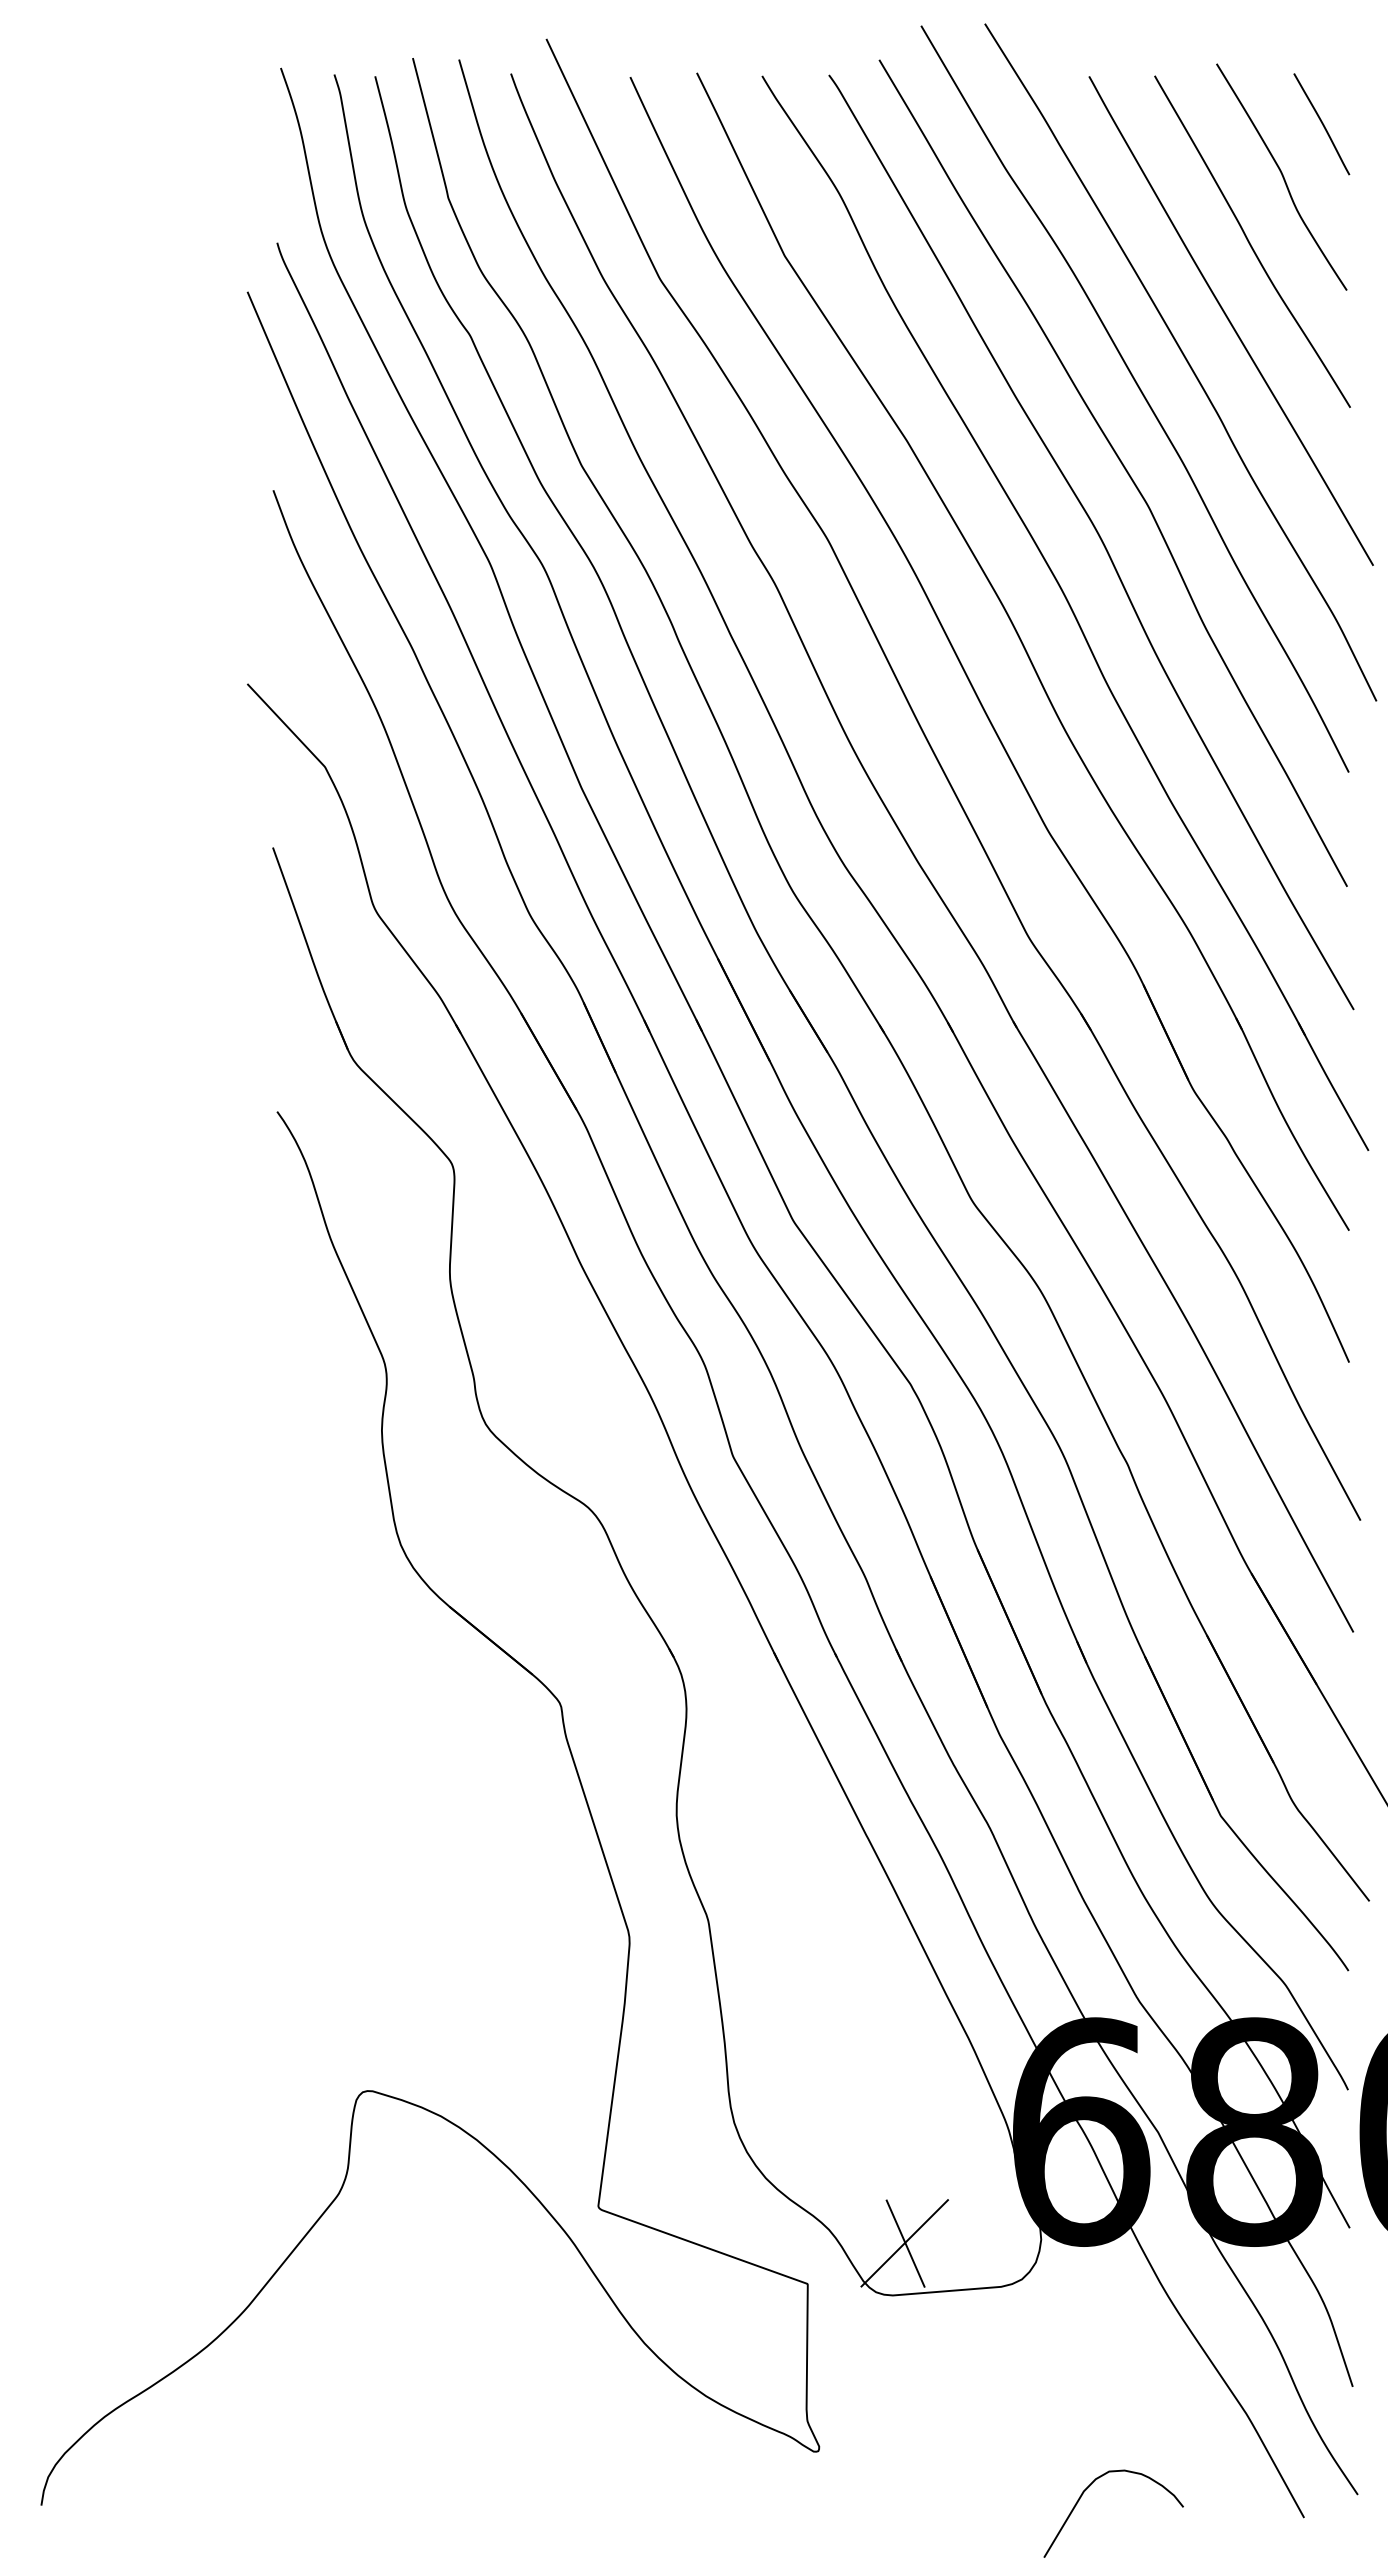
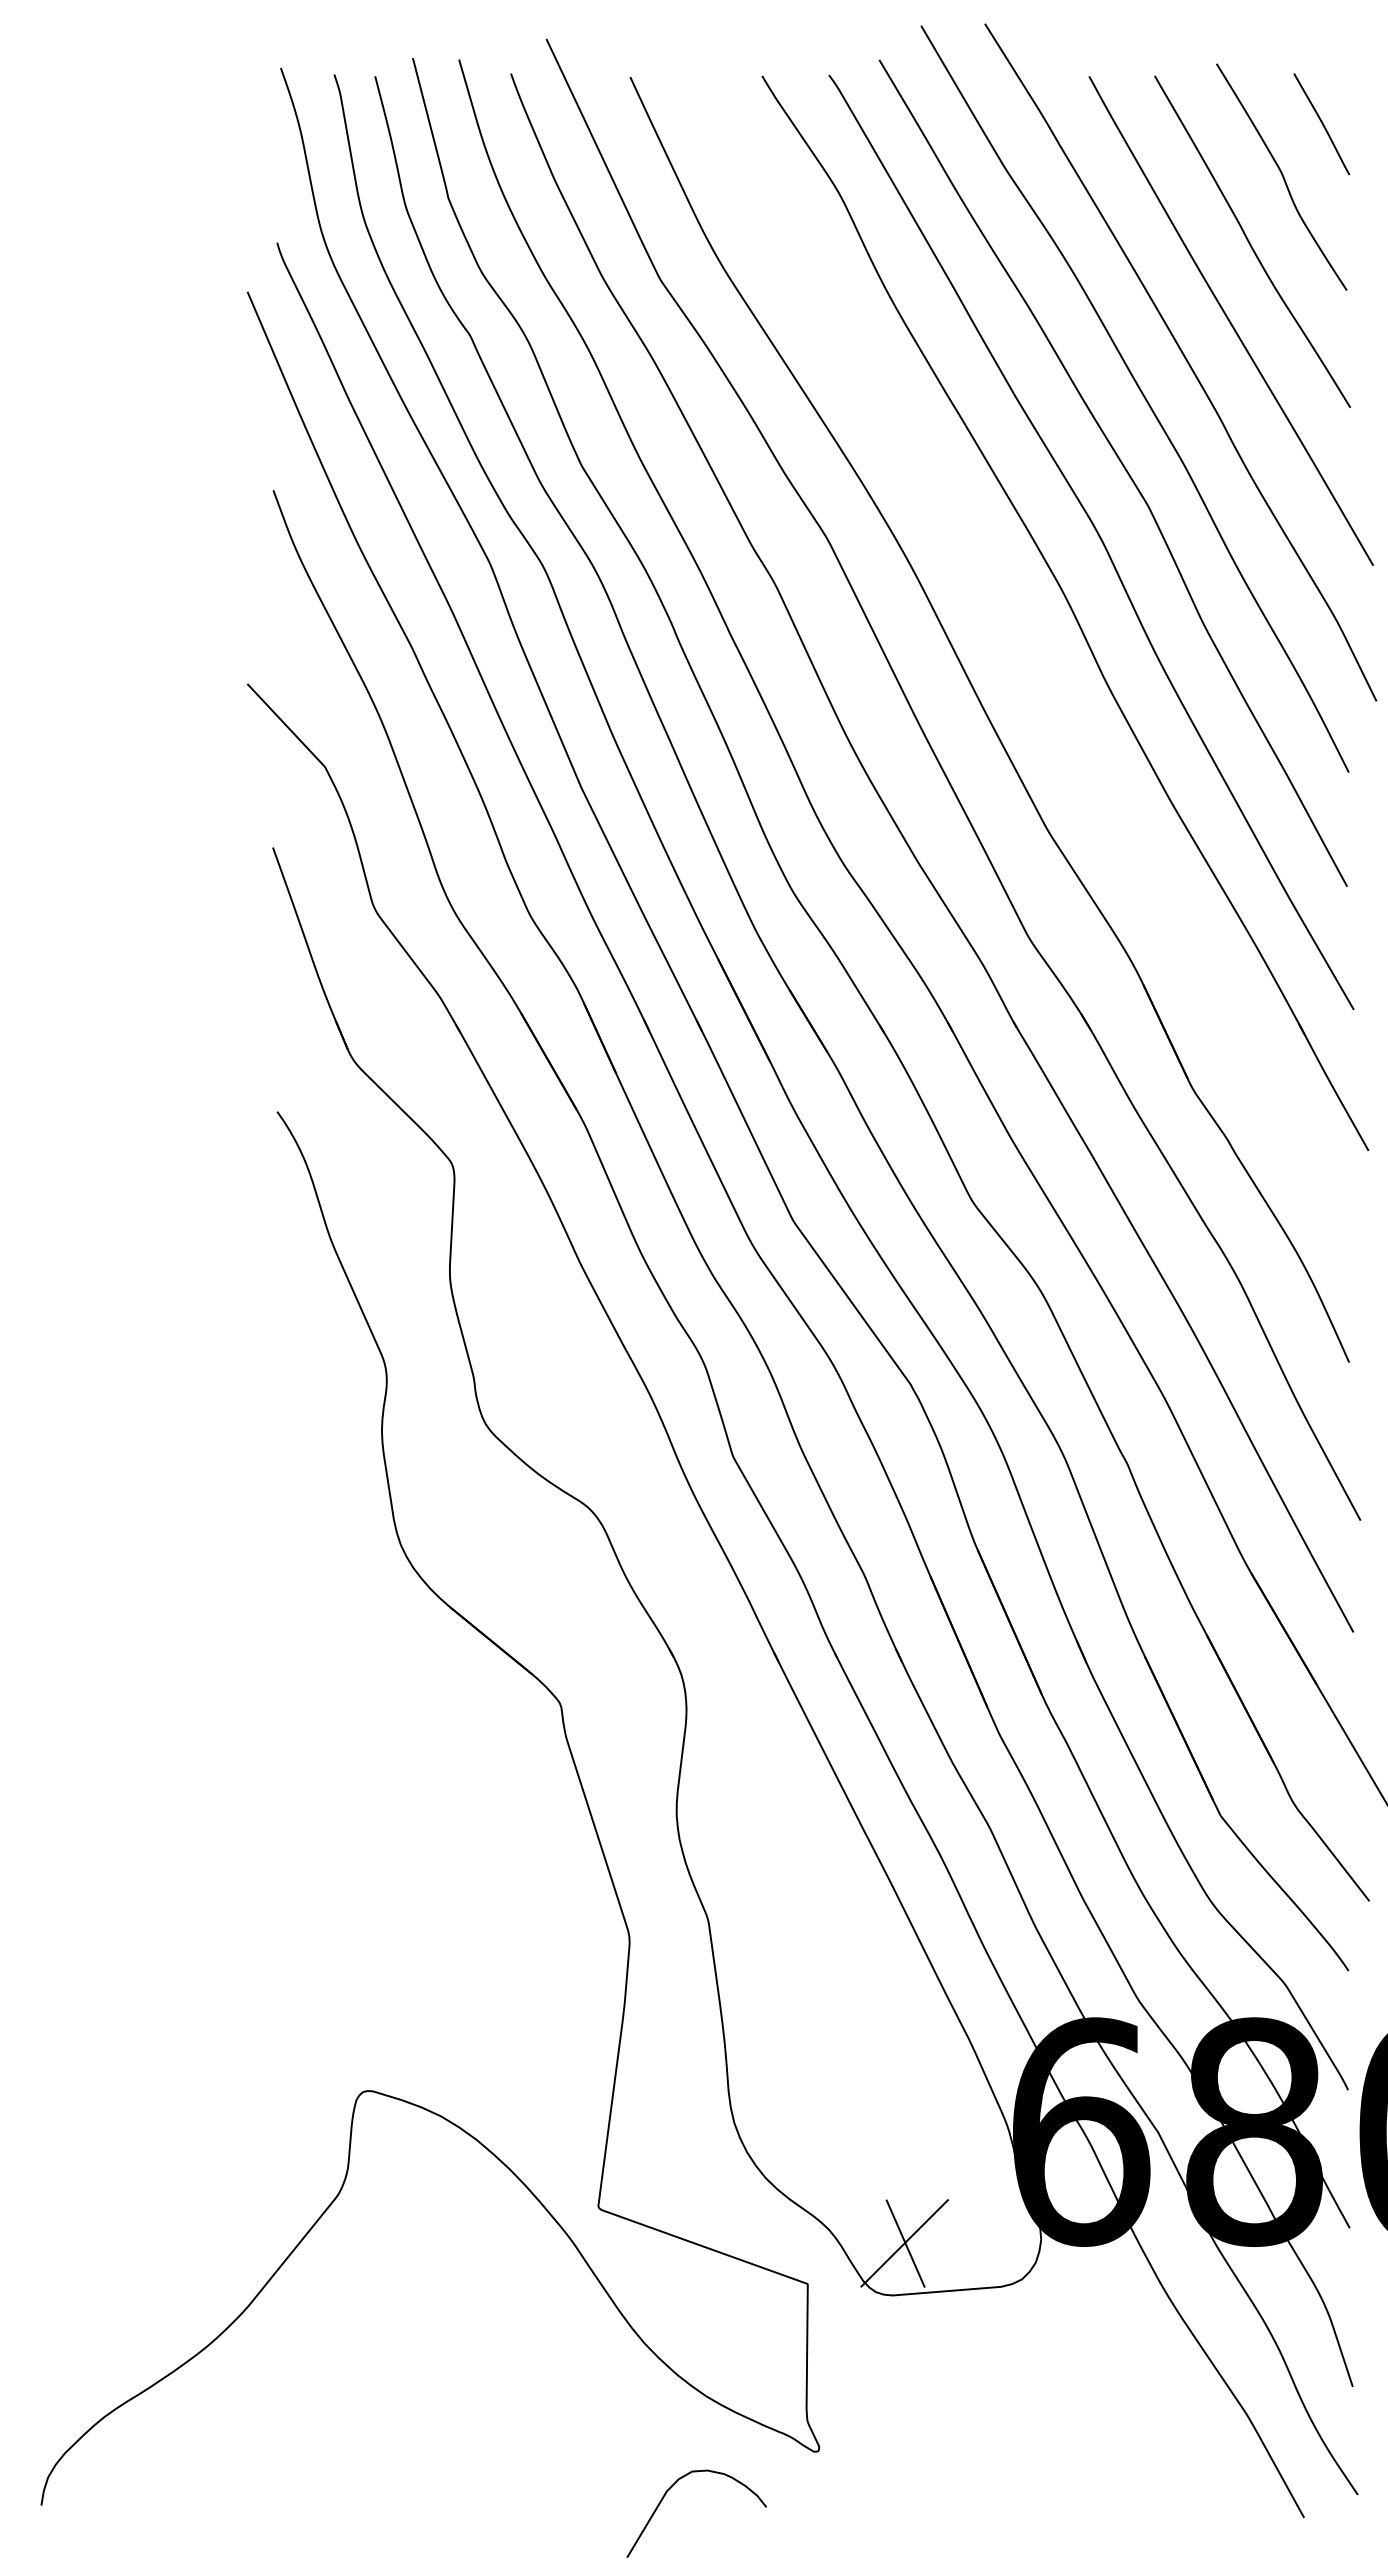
part at (1022, 651): present -> none
curve at (1088, 2488) position: (1088, 2488) -> (671, 2488)
